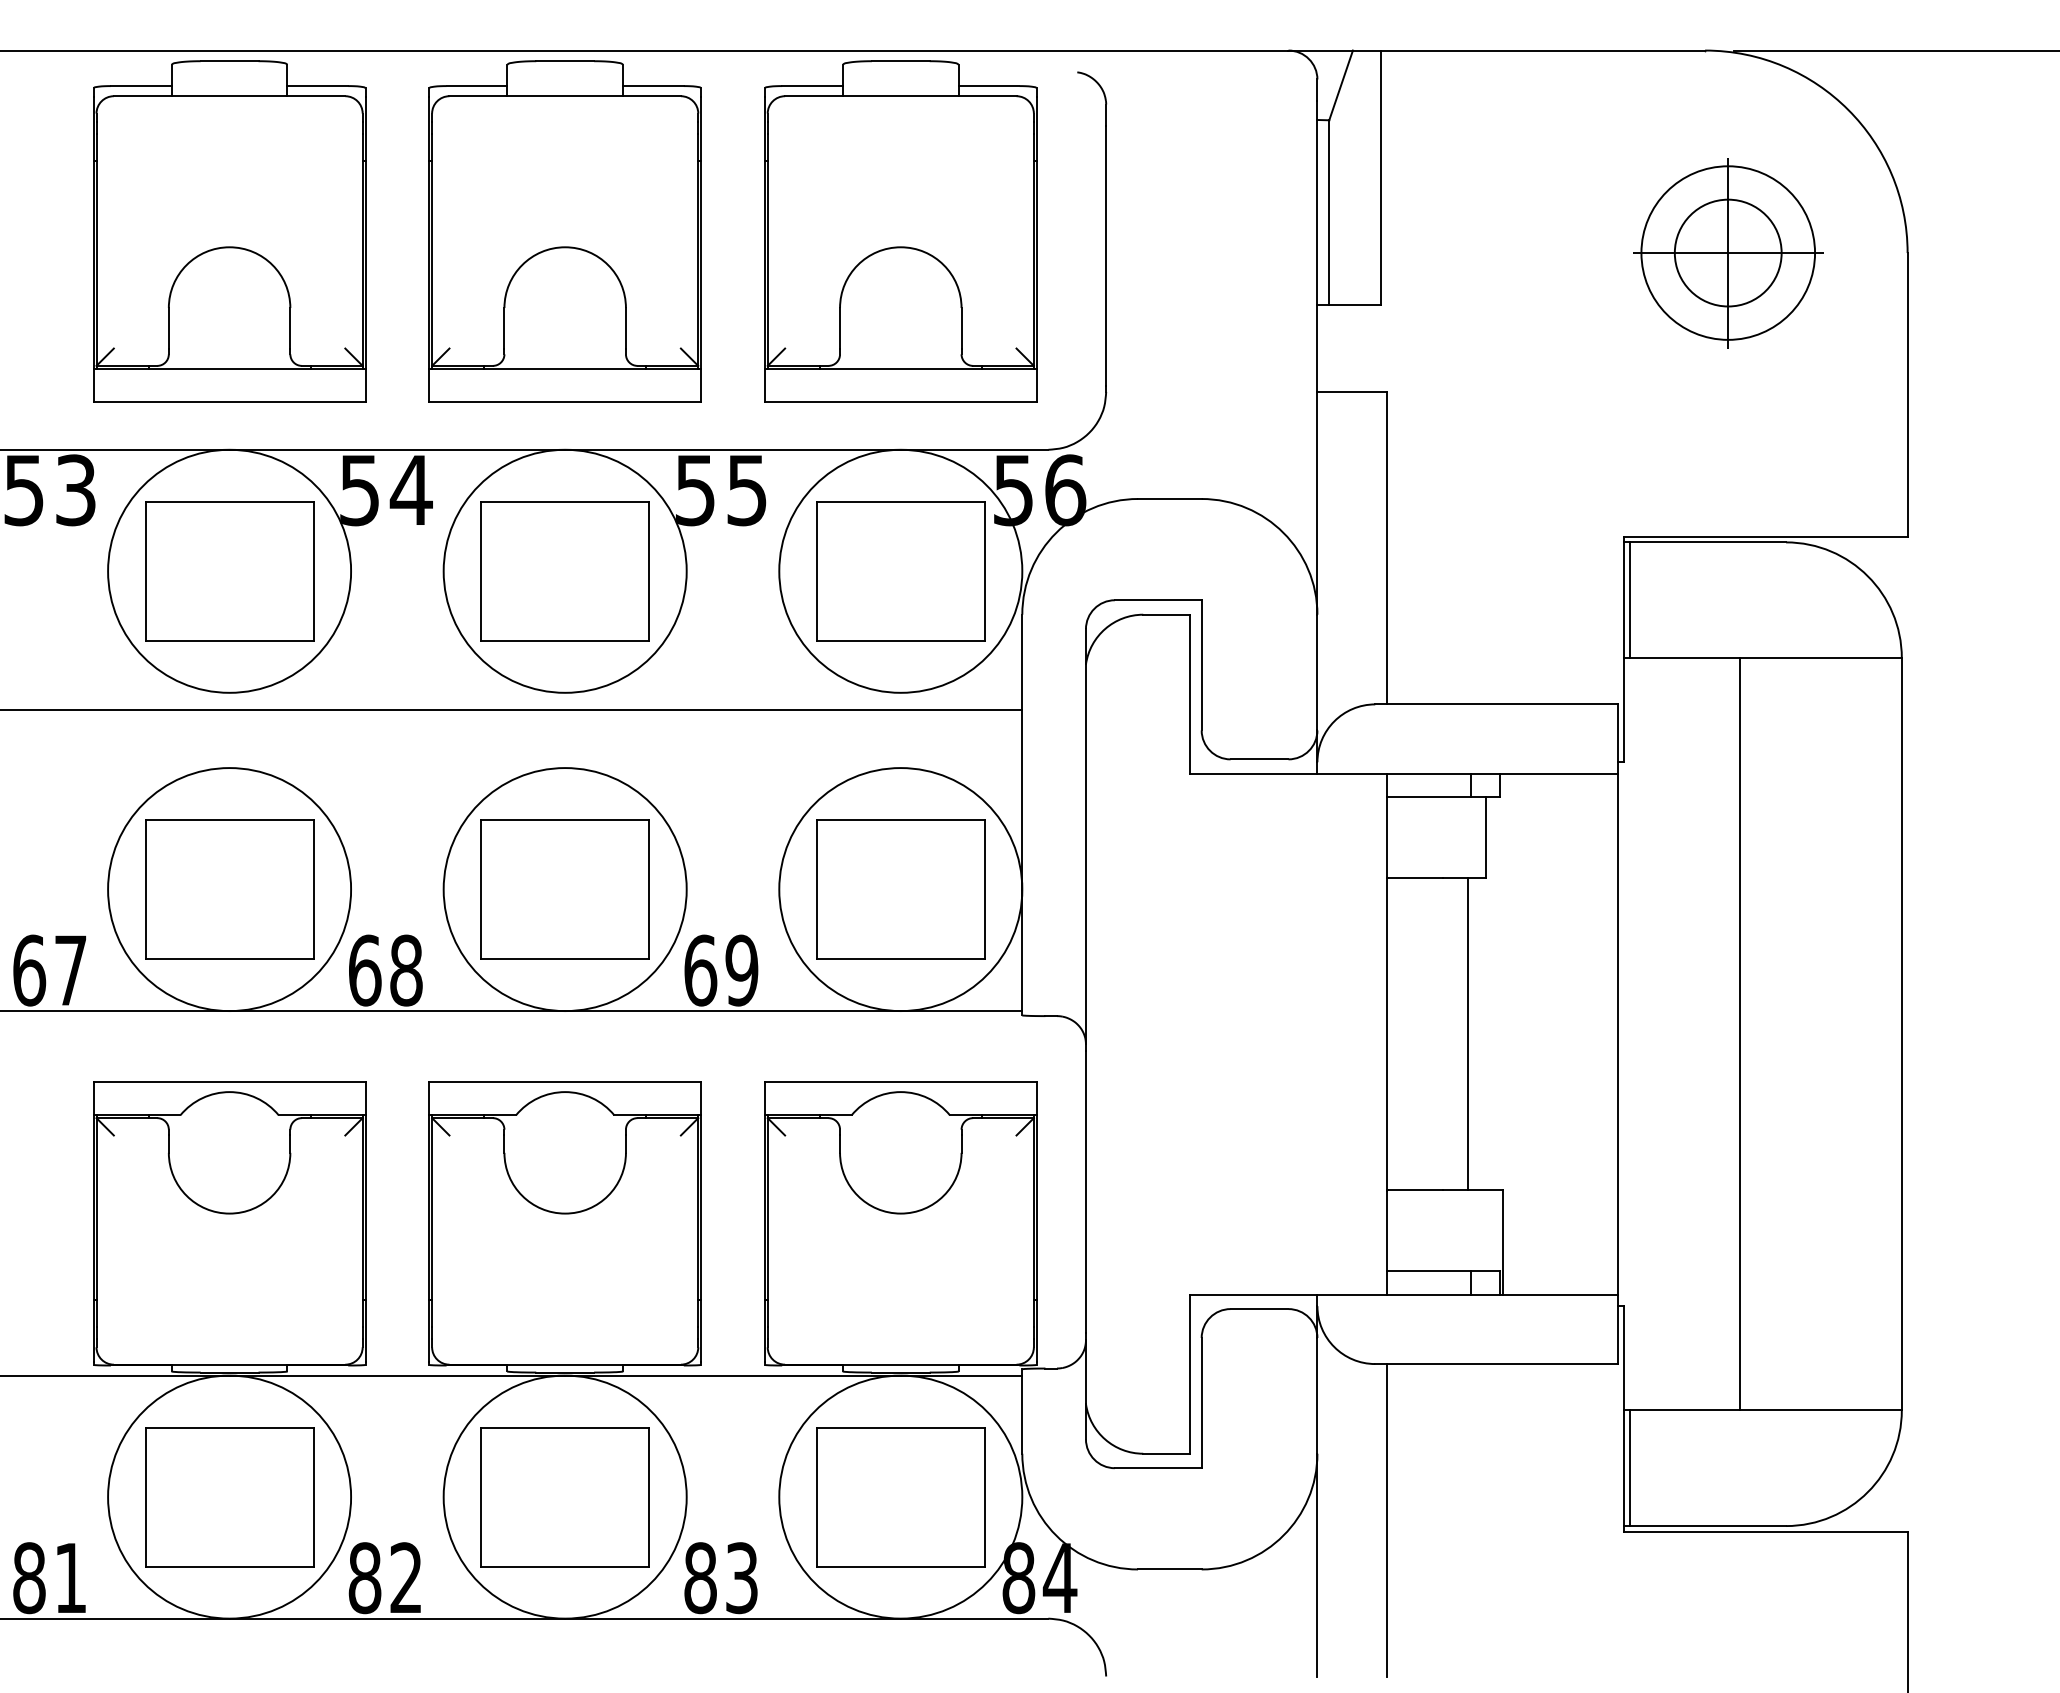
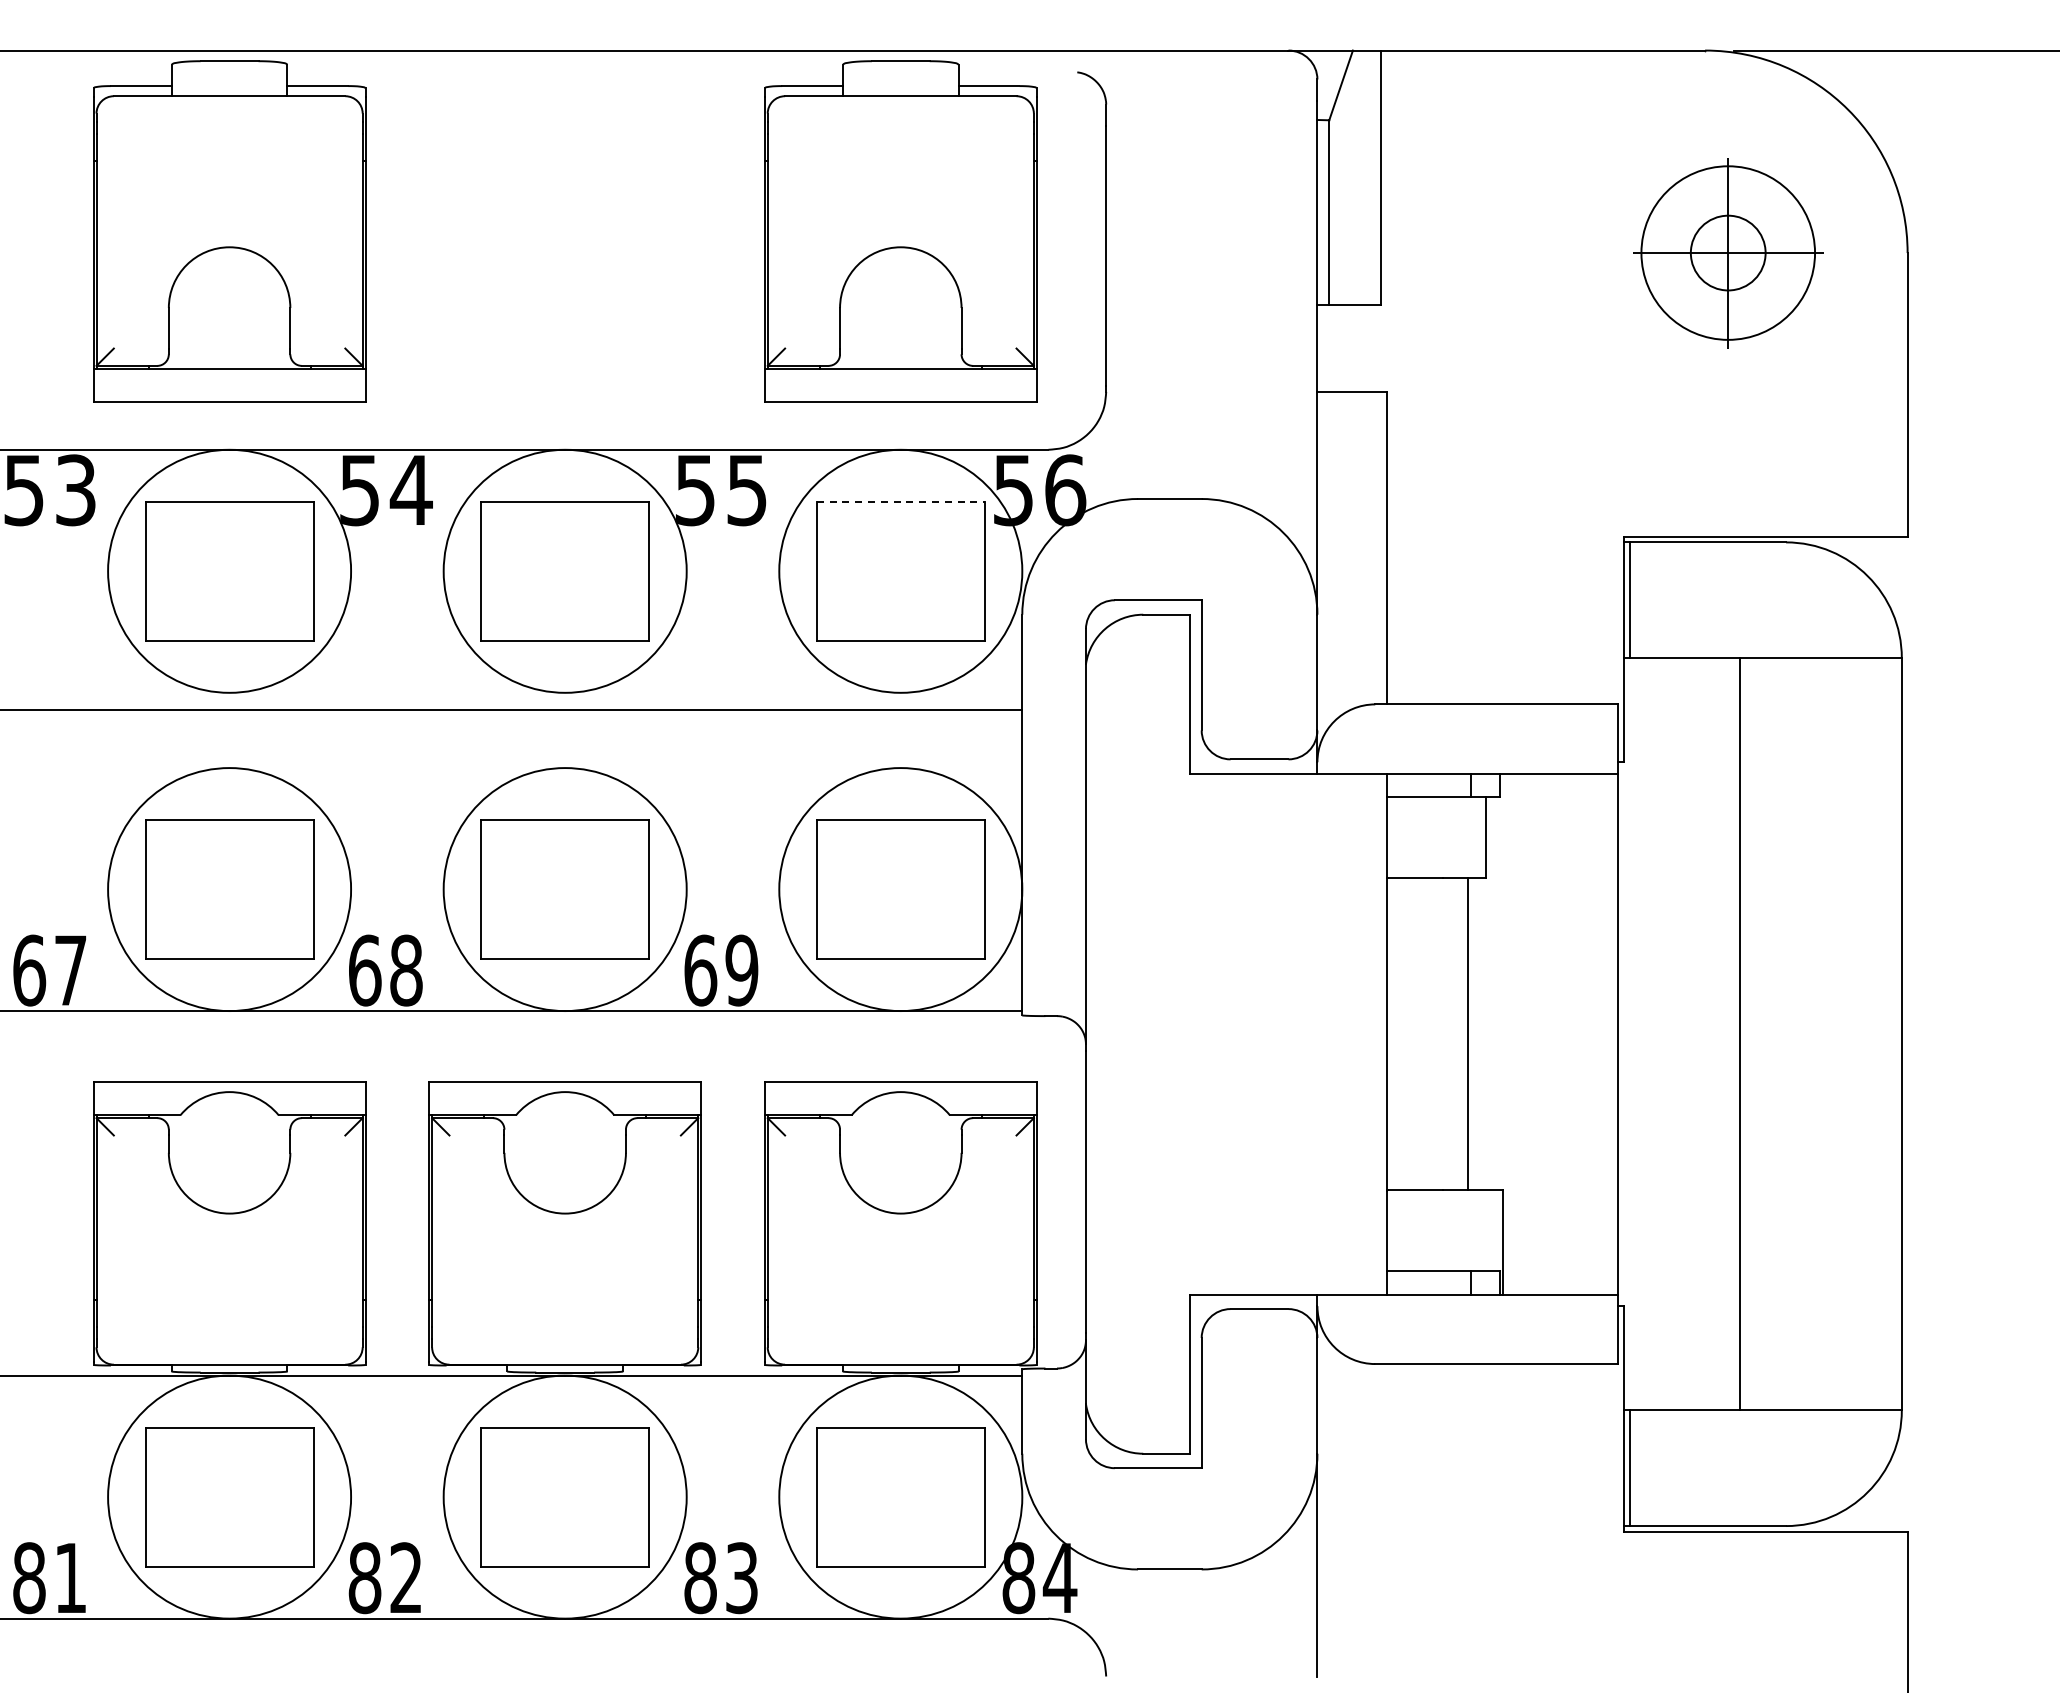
part at (564, 231): present -> none
circle at (1727, 252) diameter: 107 px -> 75 px
line at (900, 501): solid -> dashed
line at (1386, 1520): present -> none
